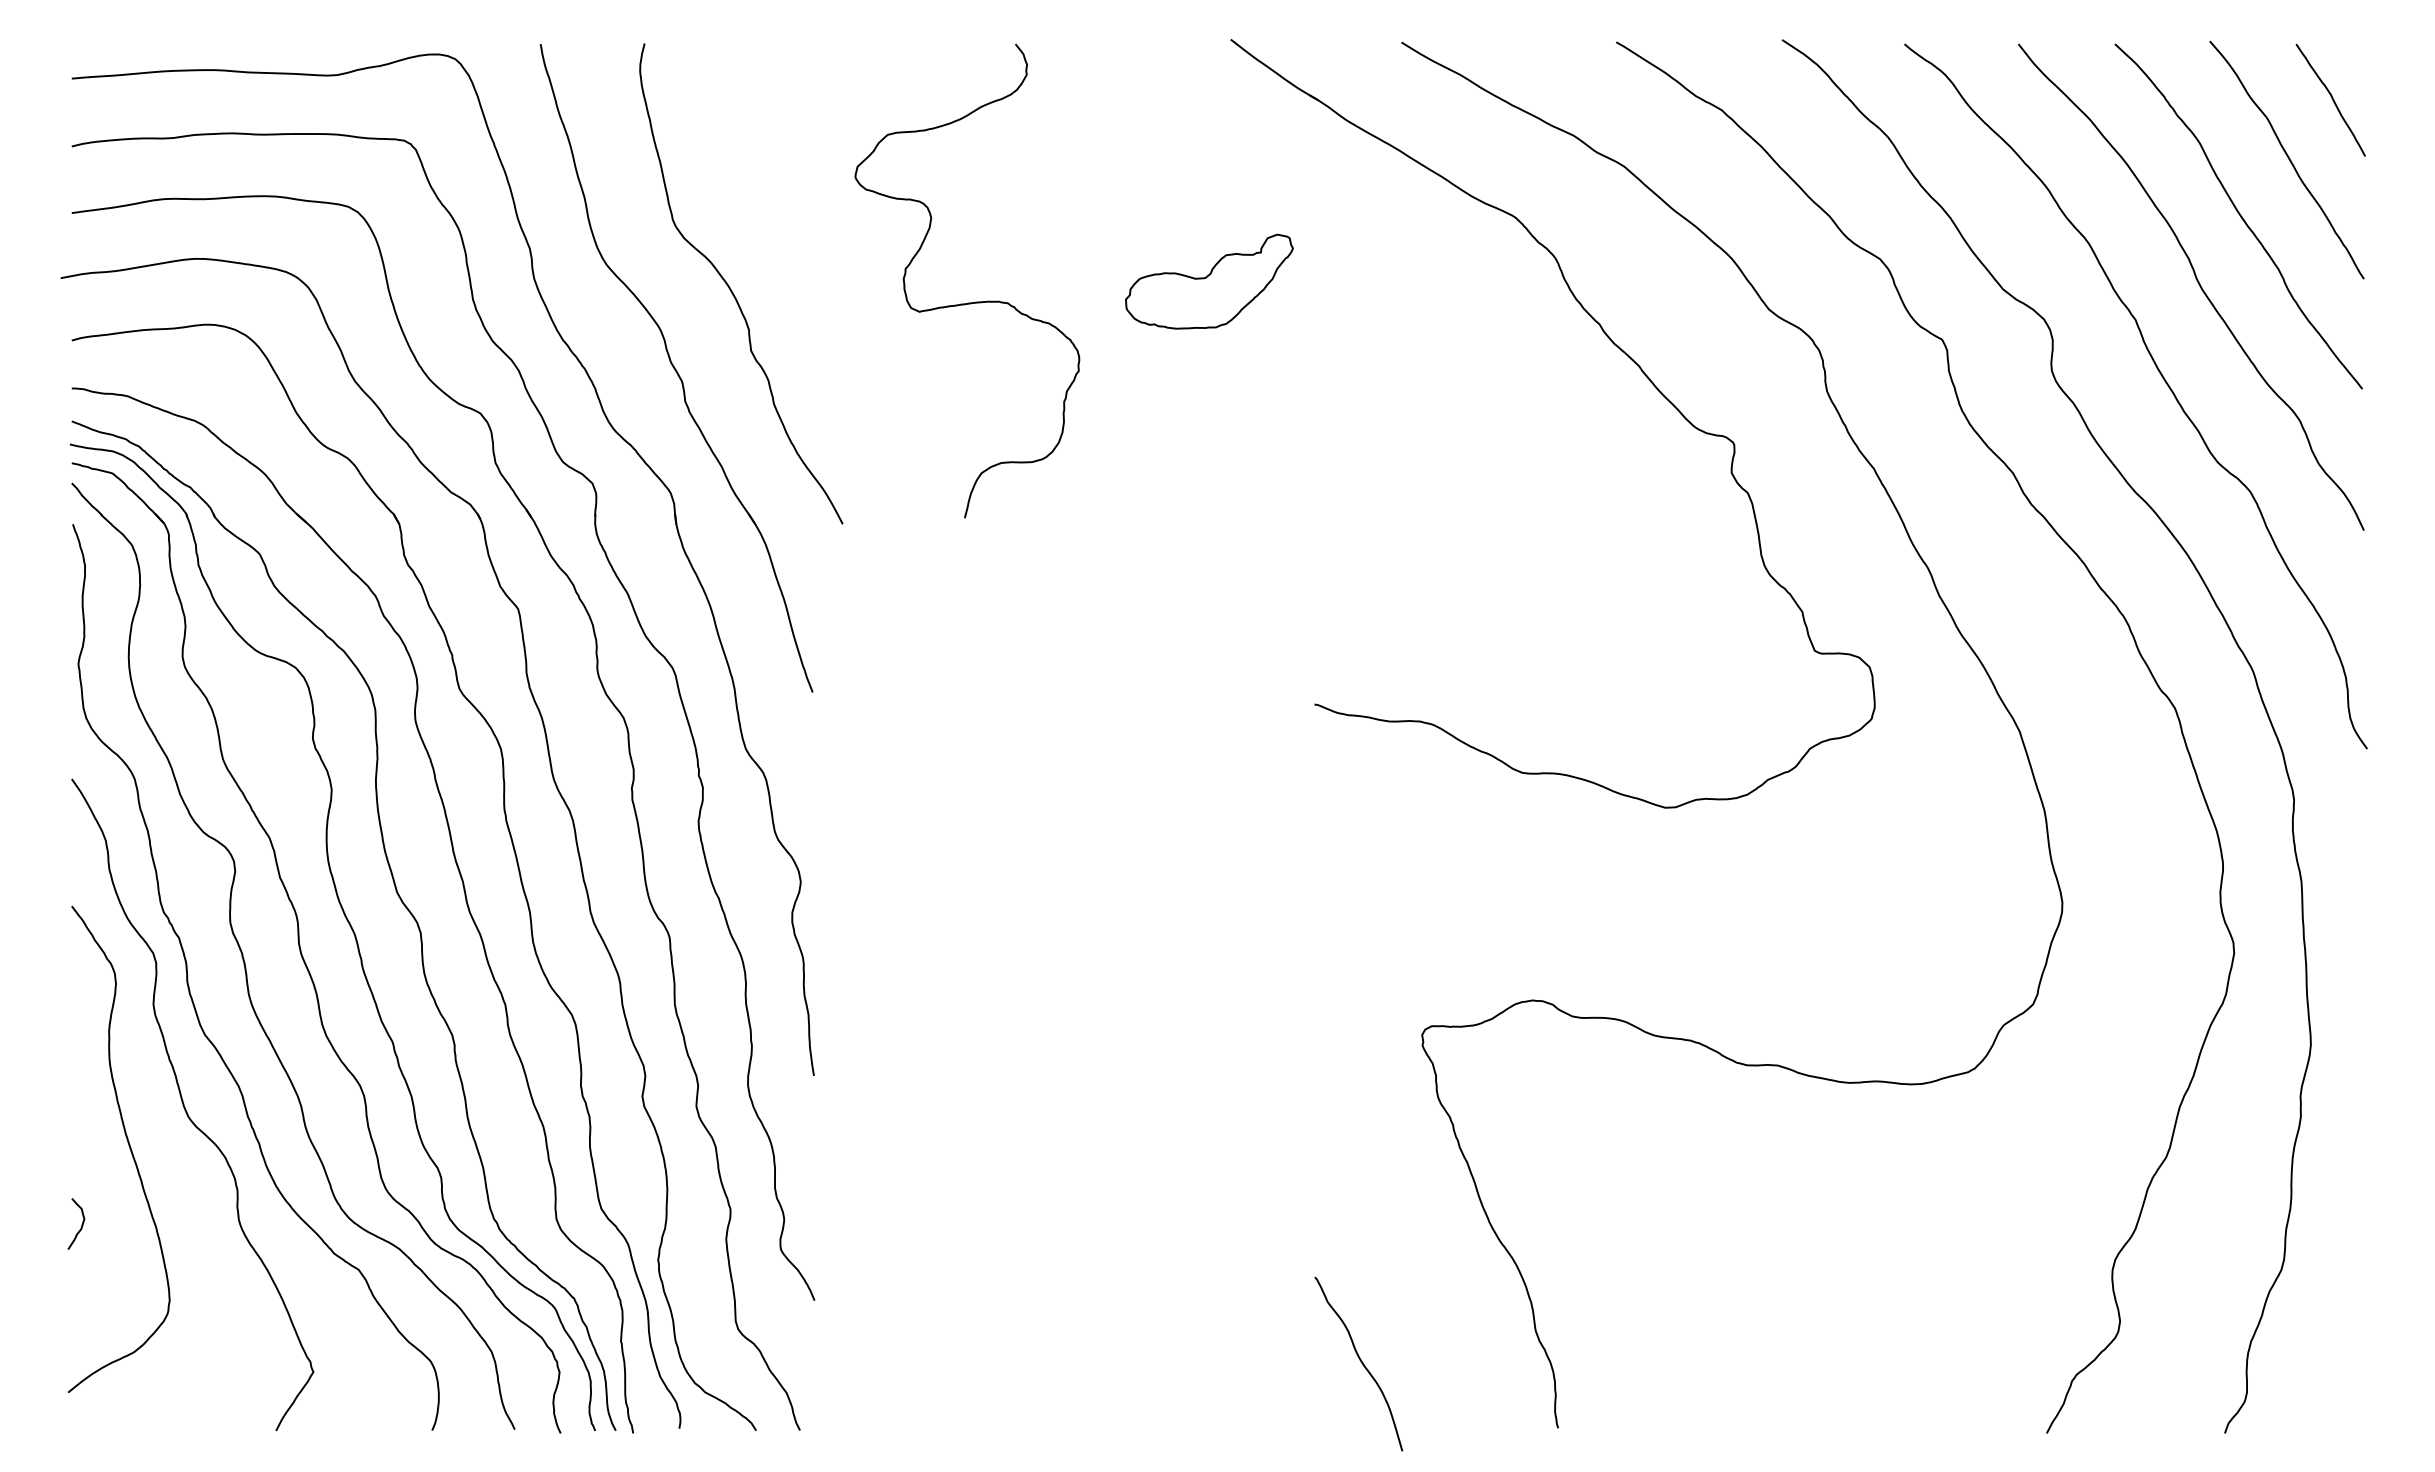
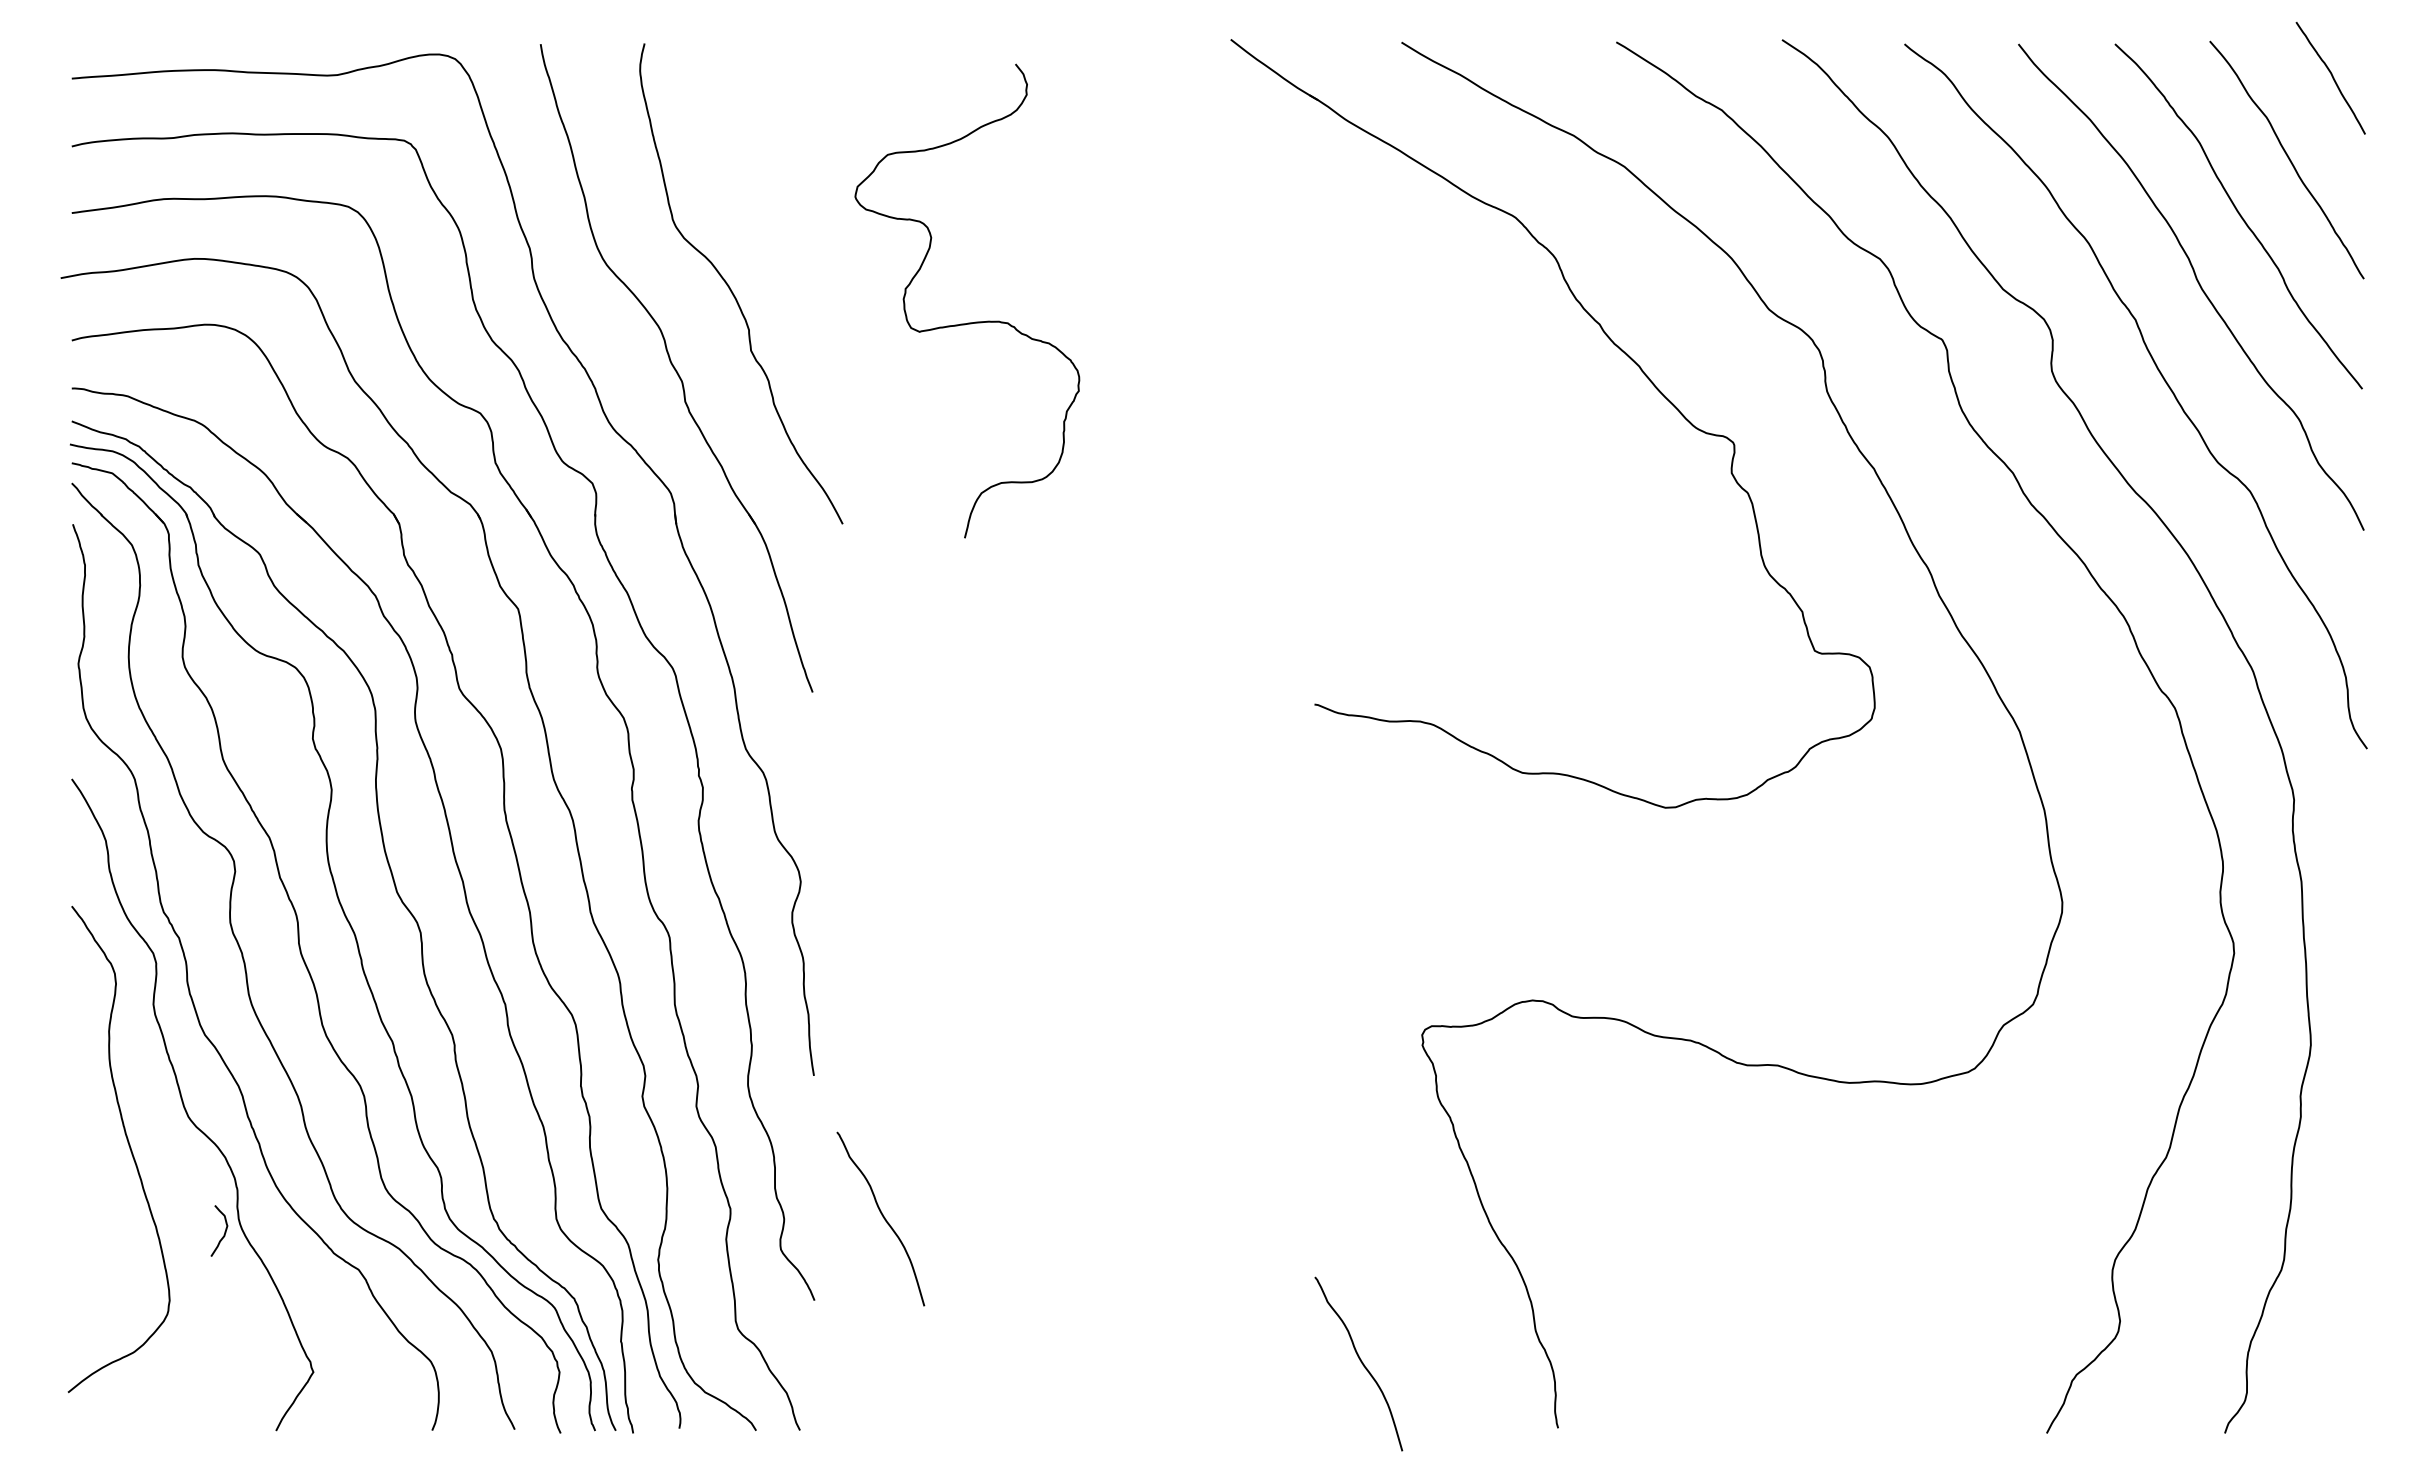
curve at (2332, 100) position: (2332, 100) -> (2332, 78)
part at (1209, 281): present -> none
curve at (967, 302) position: (967, 302) -> (967, 322)
curve at (882, 1217): none -> present
curve at (81, 1224) position: (81, 1224) -> (224, 1231)
